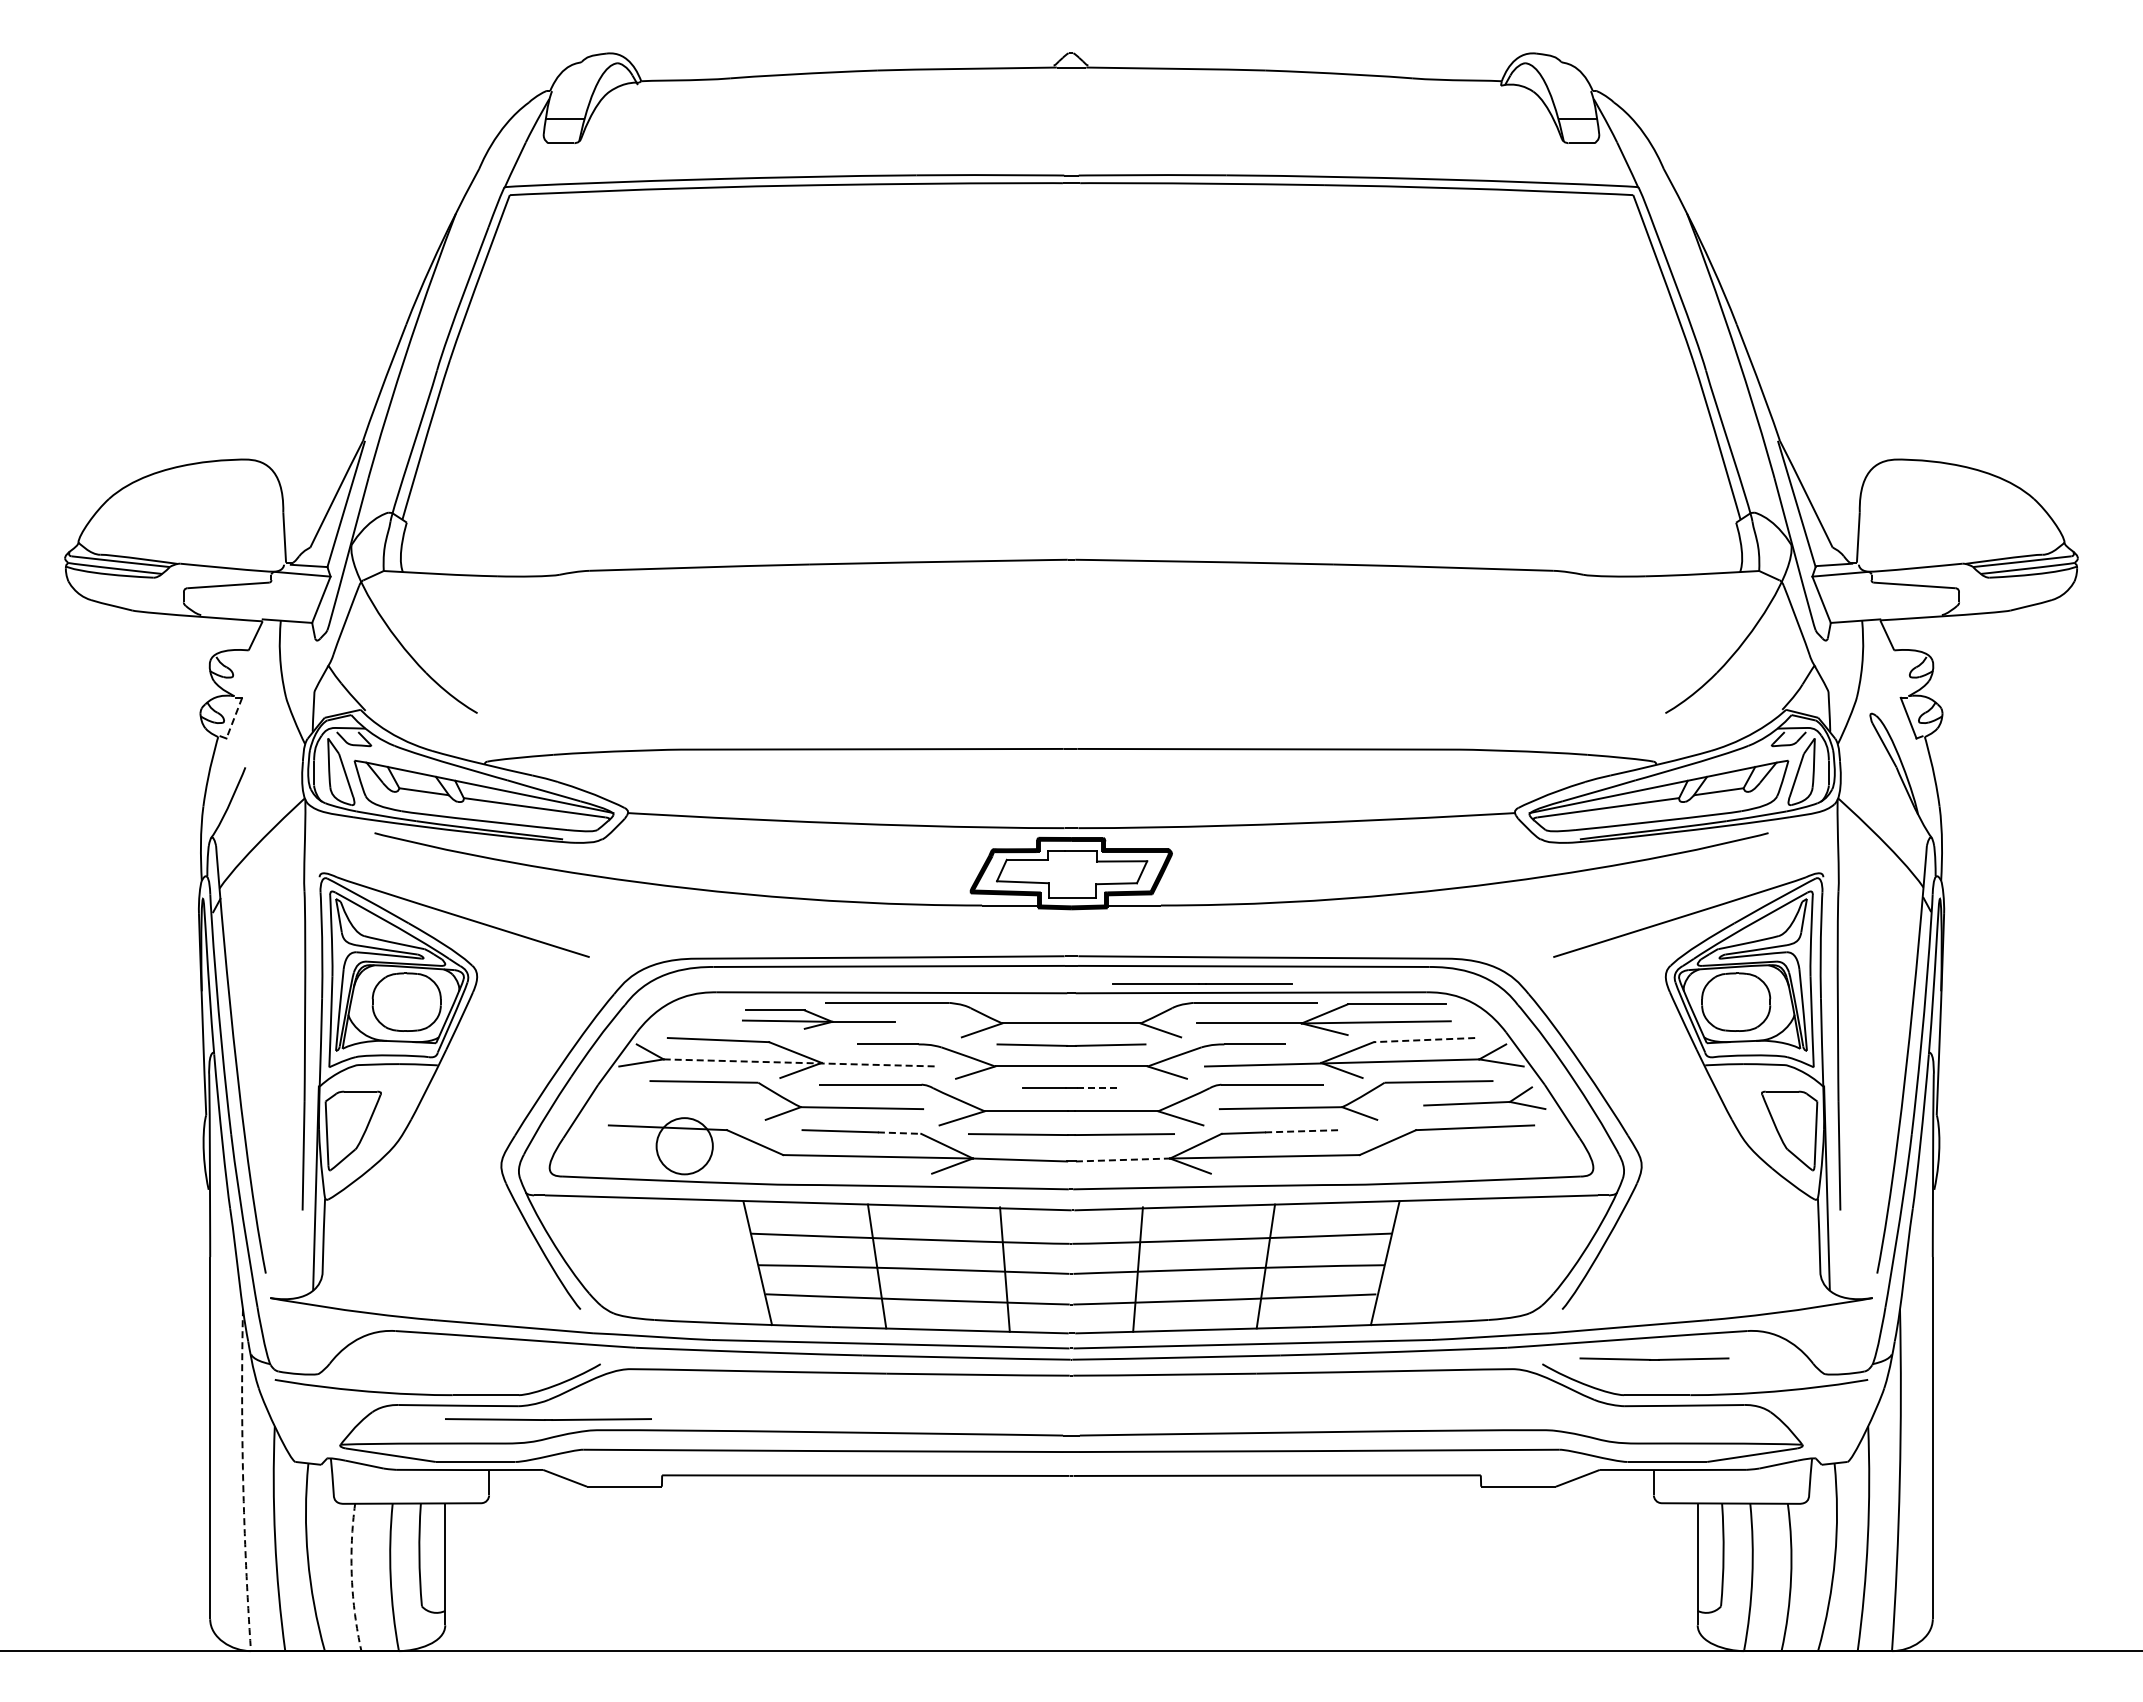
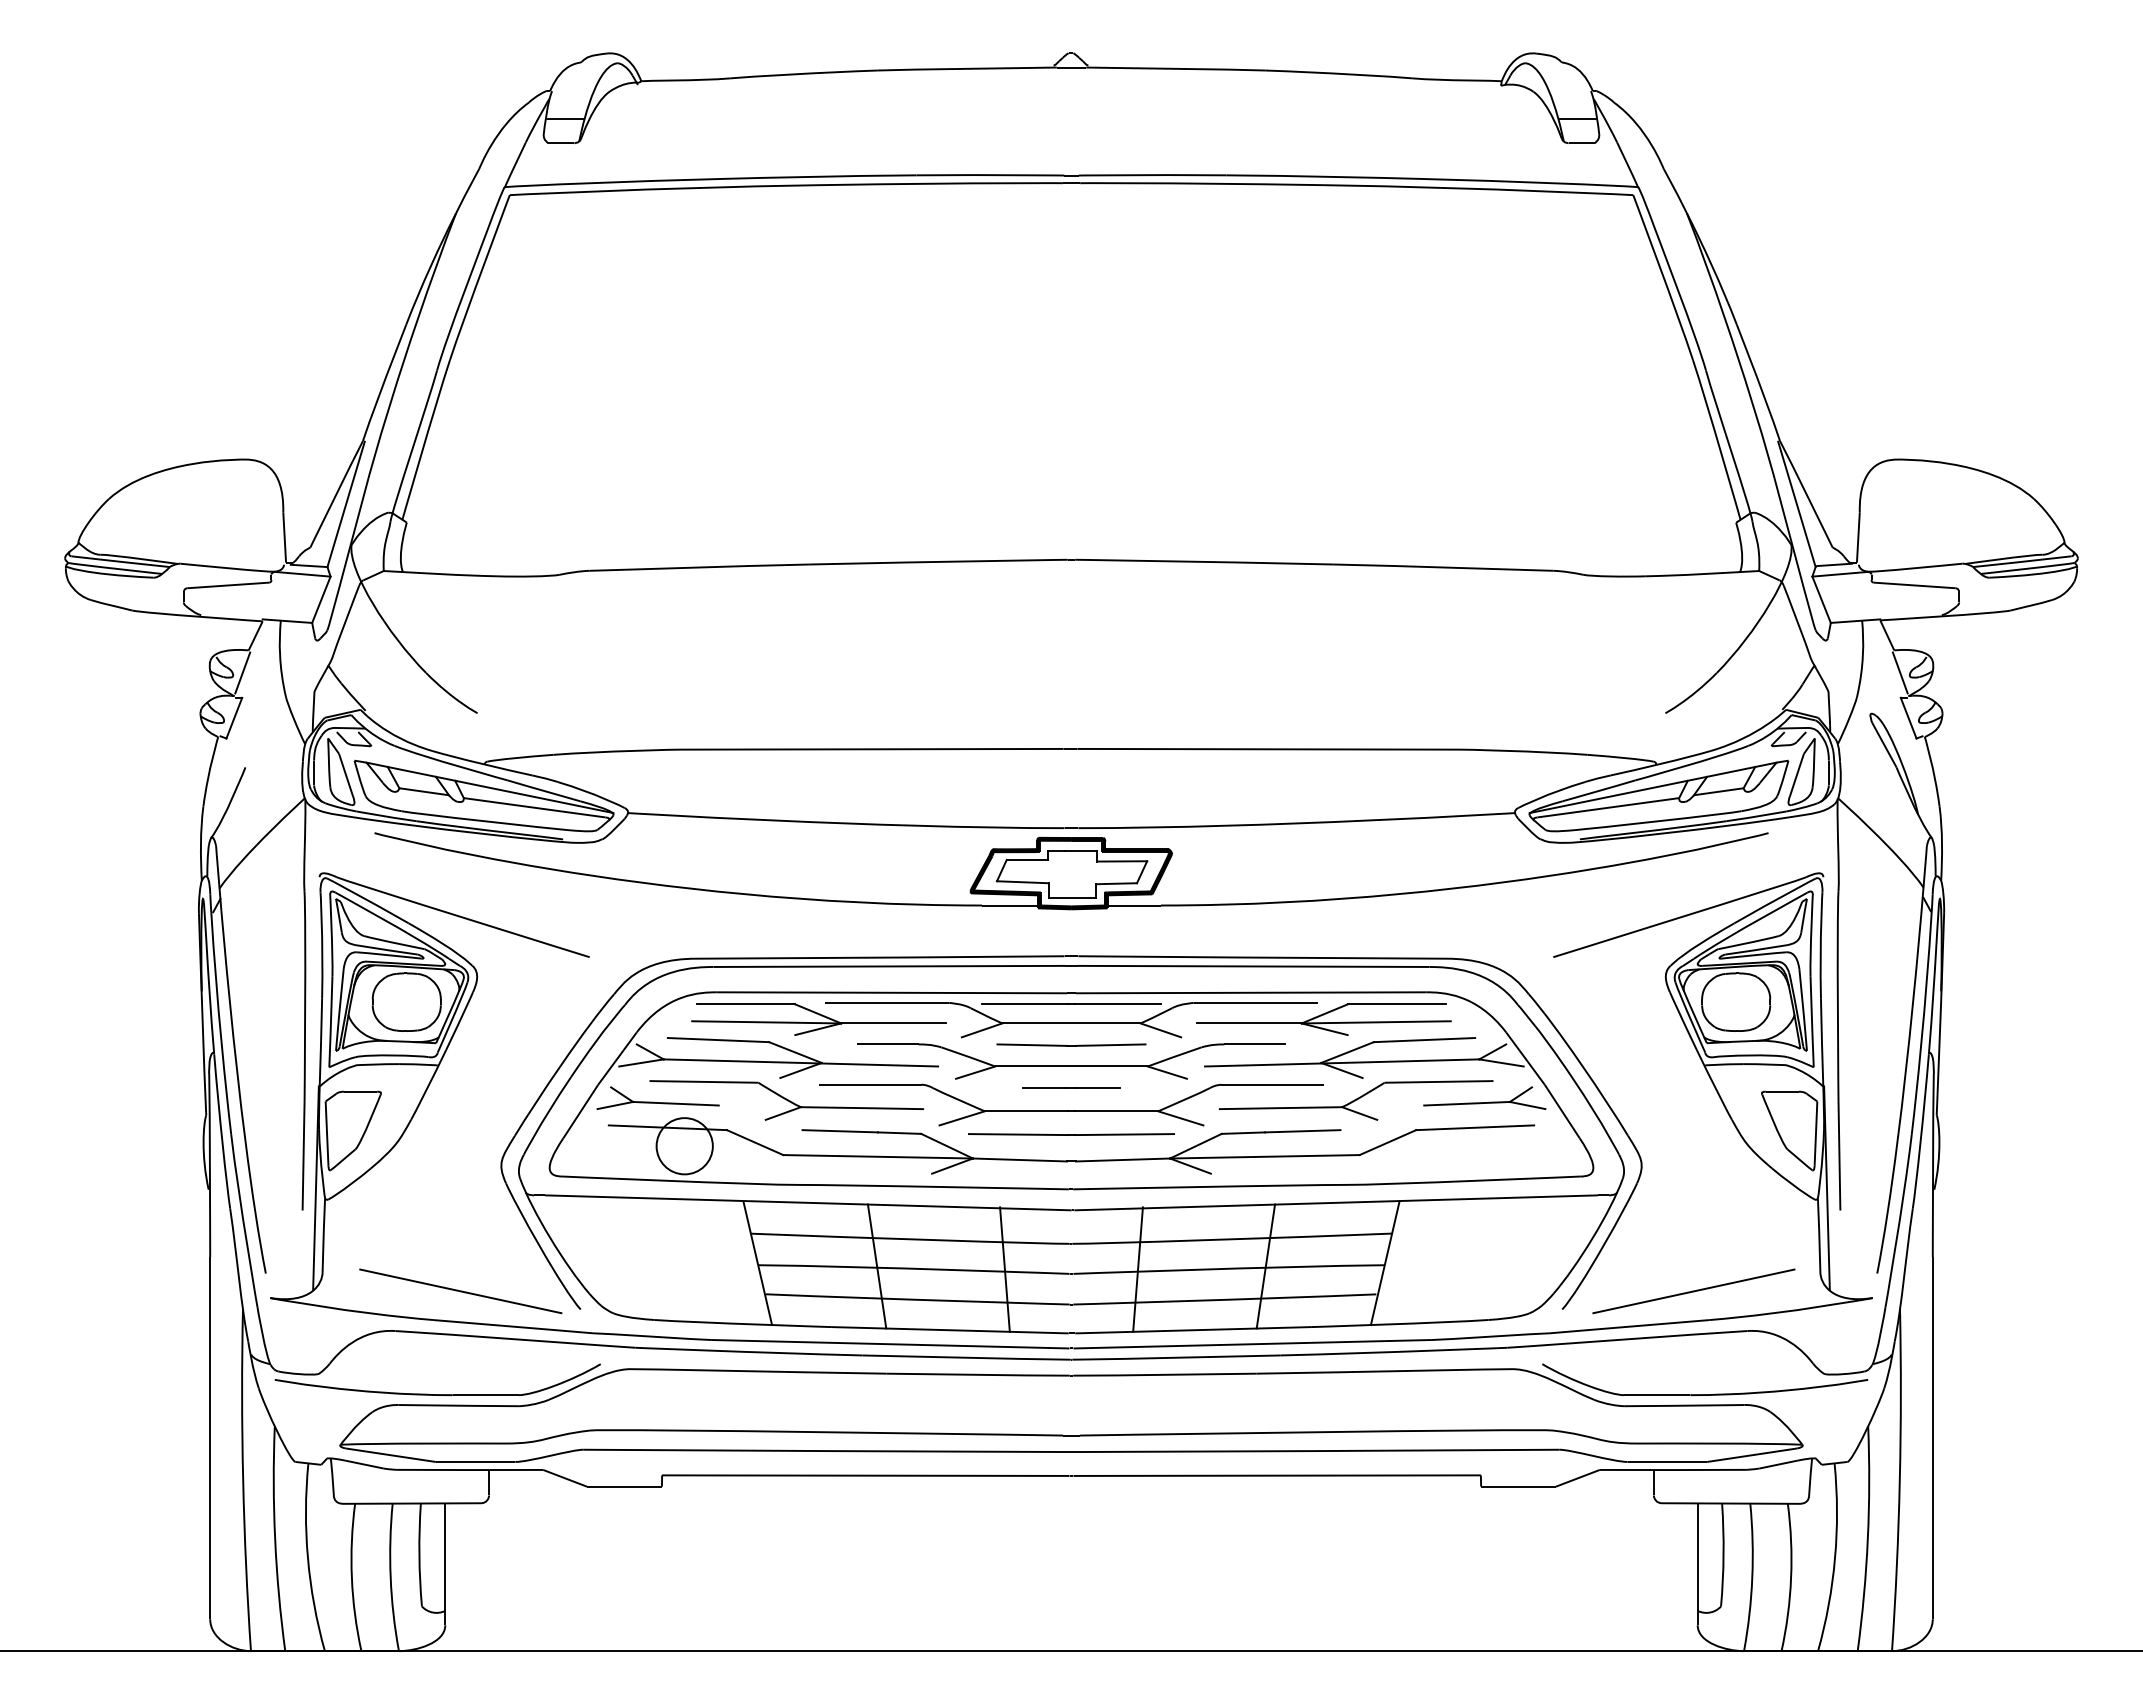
line at (242, 672): none -> present
line at (1899, 672): none -> present
line at (234, 718): dashed -> solid
line at (1202, 983) position: (1202, 983) -> (1071, 1003)
part at (818, 1019) size: 154x21 px -> 256x33 px
line at (1424, 1040): dashed -> solid
line at (801, 1062): dashed -> solid
line at (1099, 1087): dashed -> solid
part at (657, 1097): none -> present
line at (1302, 1131): dashed -> solid
line at (899, 1133): dashed -> solid
line at (1123, 1159): dashed -> solid
line at (460, 1291): none -> present
line at (1693, 1291): none -> present
line at (1654, 1359): present -> none
line at (548, 1419): present -> none
arc at (243, 1480): dashed -> solid
arc at (351, 1577): dashed -> solid
